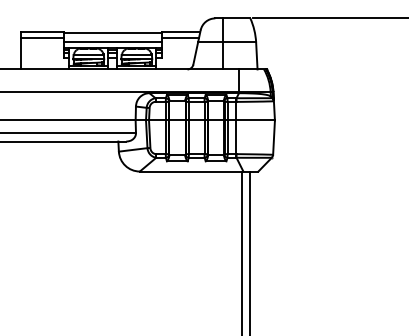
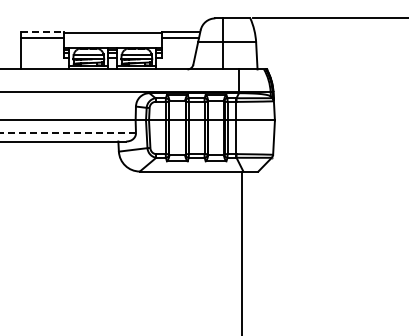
line at (43, 31): solid -> dashed
line at (112, 42): present -> none
line at (68, 132): solid -> dashed
line at (250, 251): present -> none
